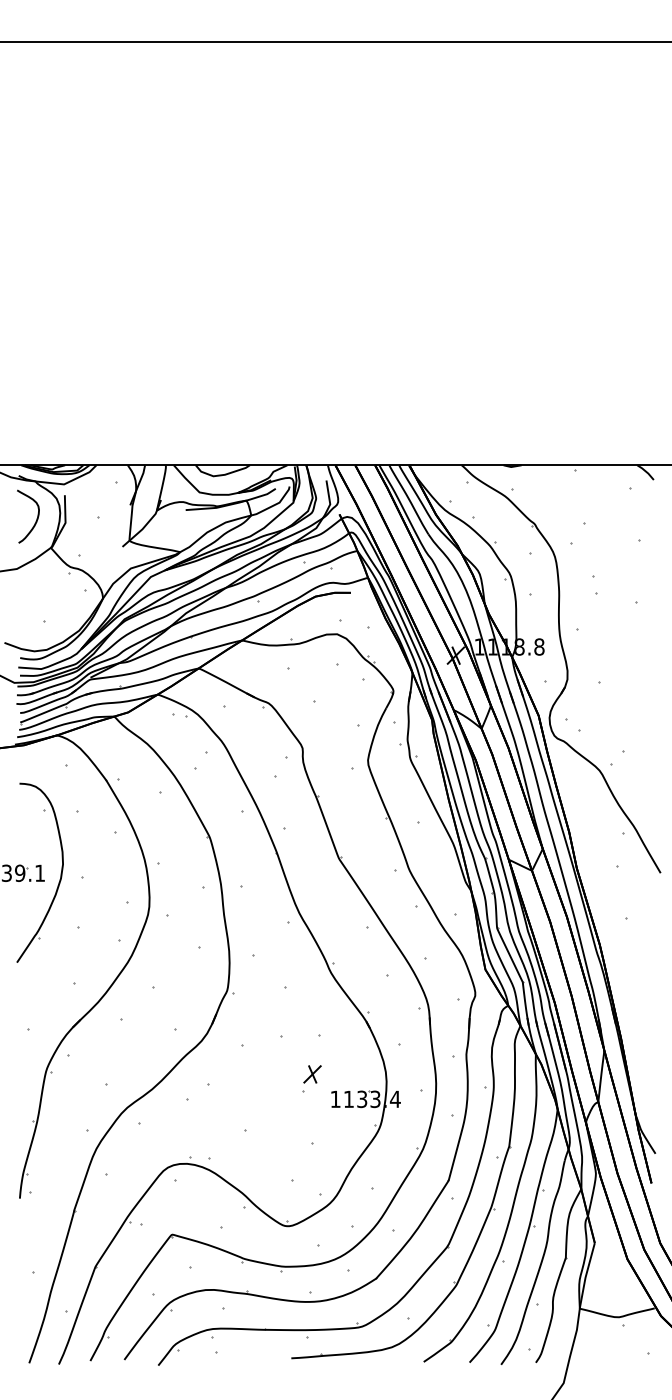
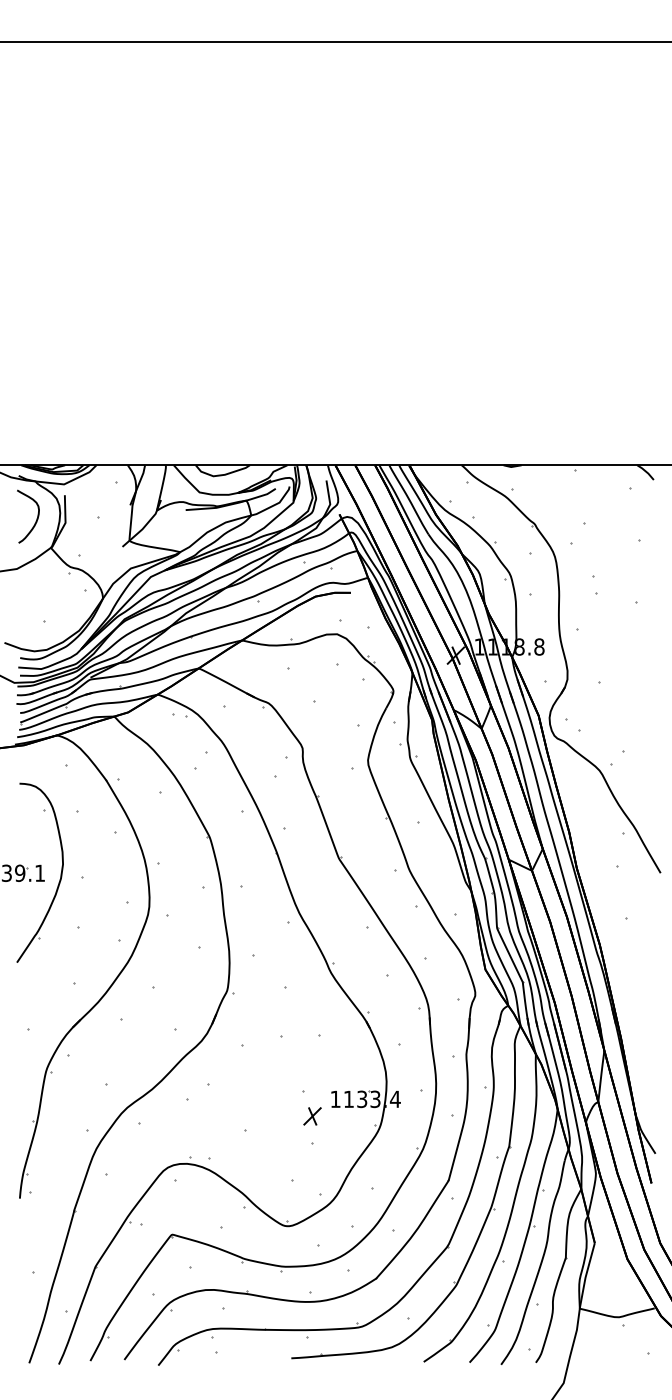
part at (312, 1074) position: (312, 1074) -> (312, 1116)
